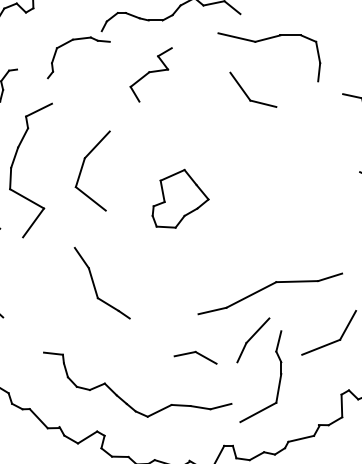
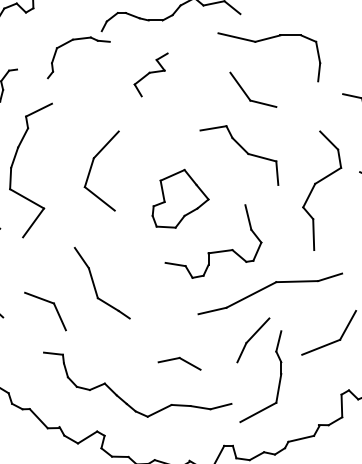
part at (150, 74) size: 44x56 px -> 36x46 px
part at (243, 150): none -> present
part at (83, 166) position: (83, 166) -> (92, 166)
part at (316, 184): none -> present
part at (213, 251): none -> present
part at (47, 302): none -> present
part at (195, 357) position: (195, 357) -> (179, 363)
